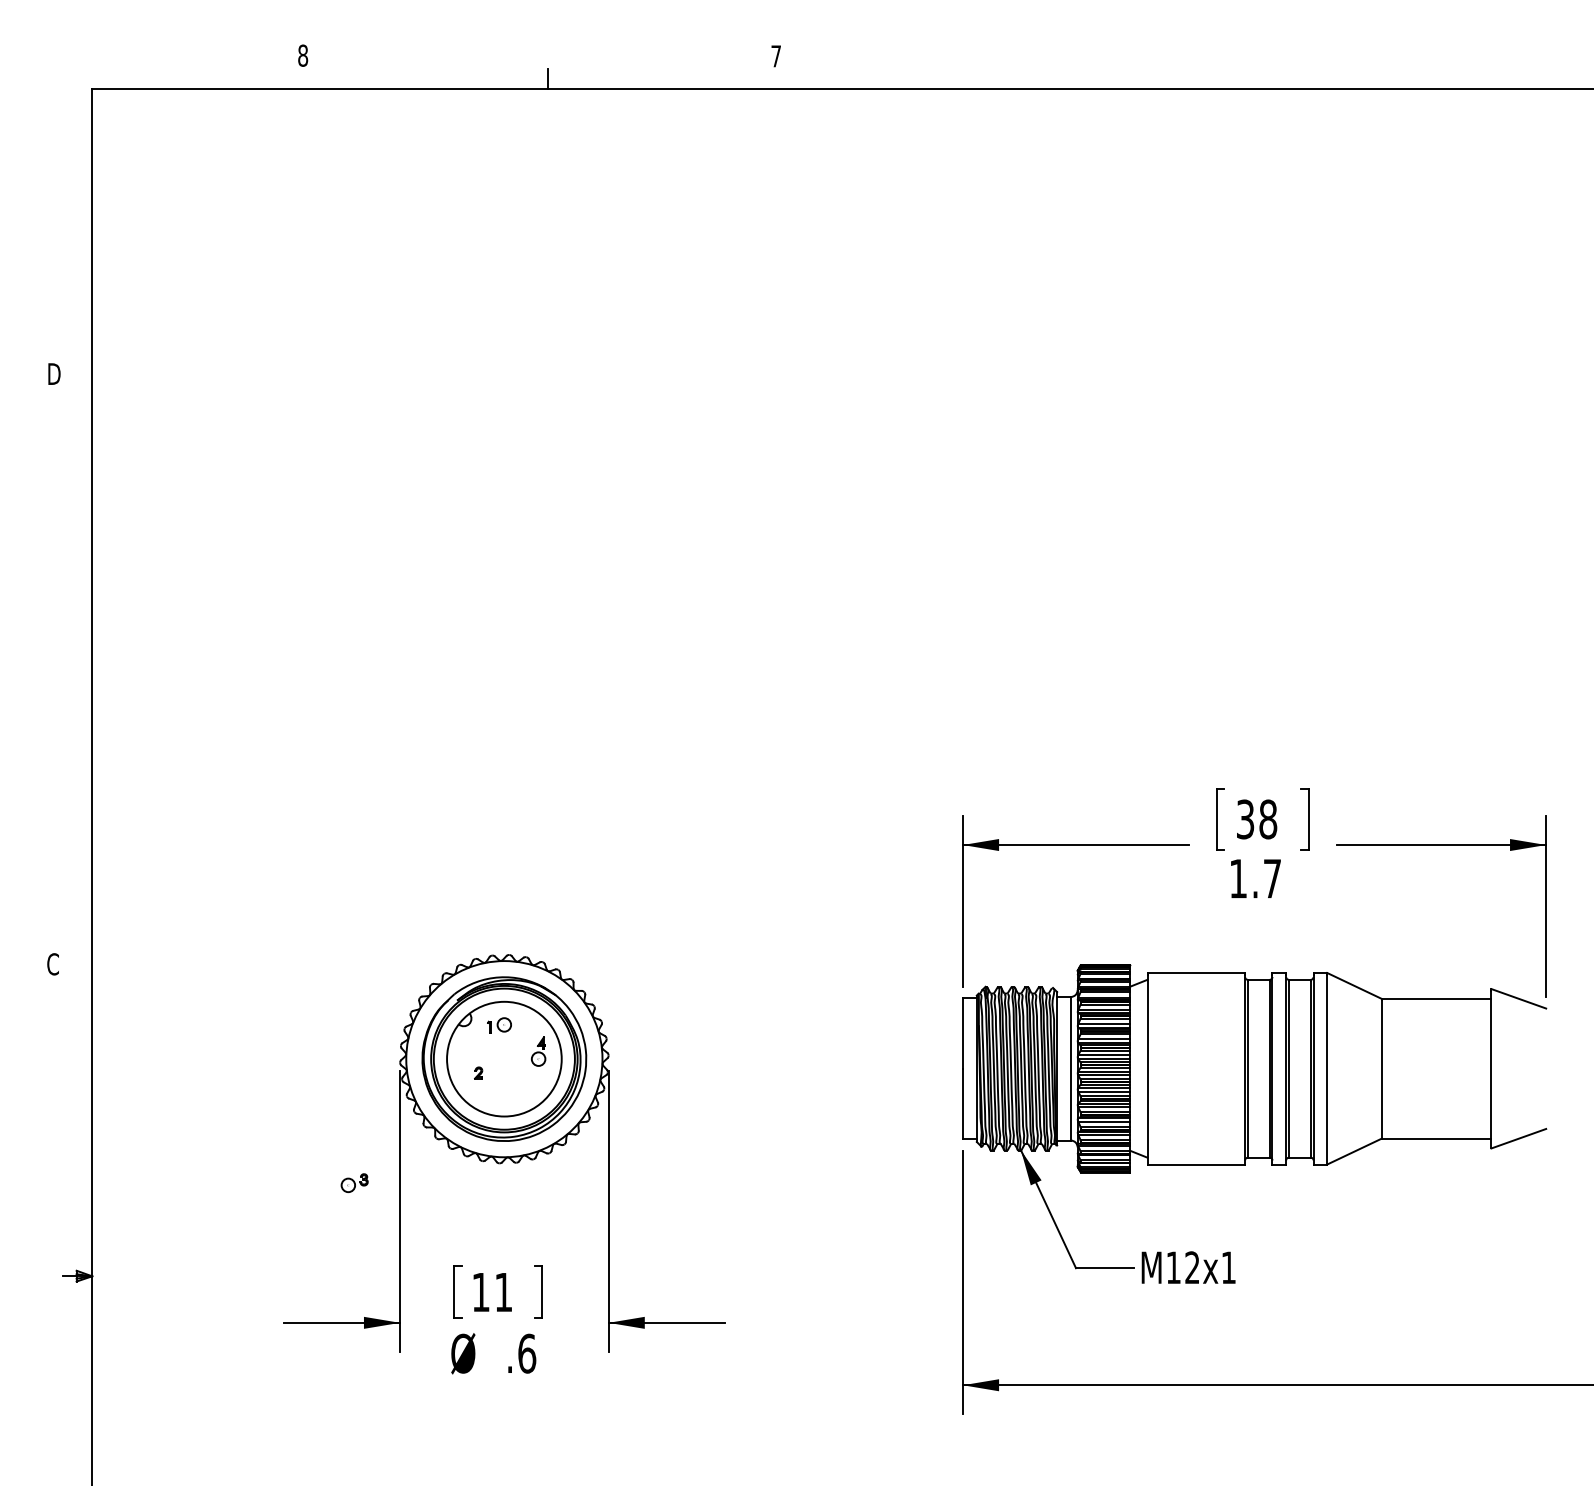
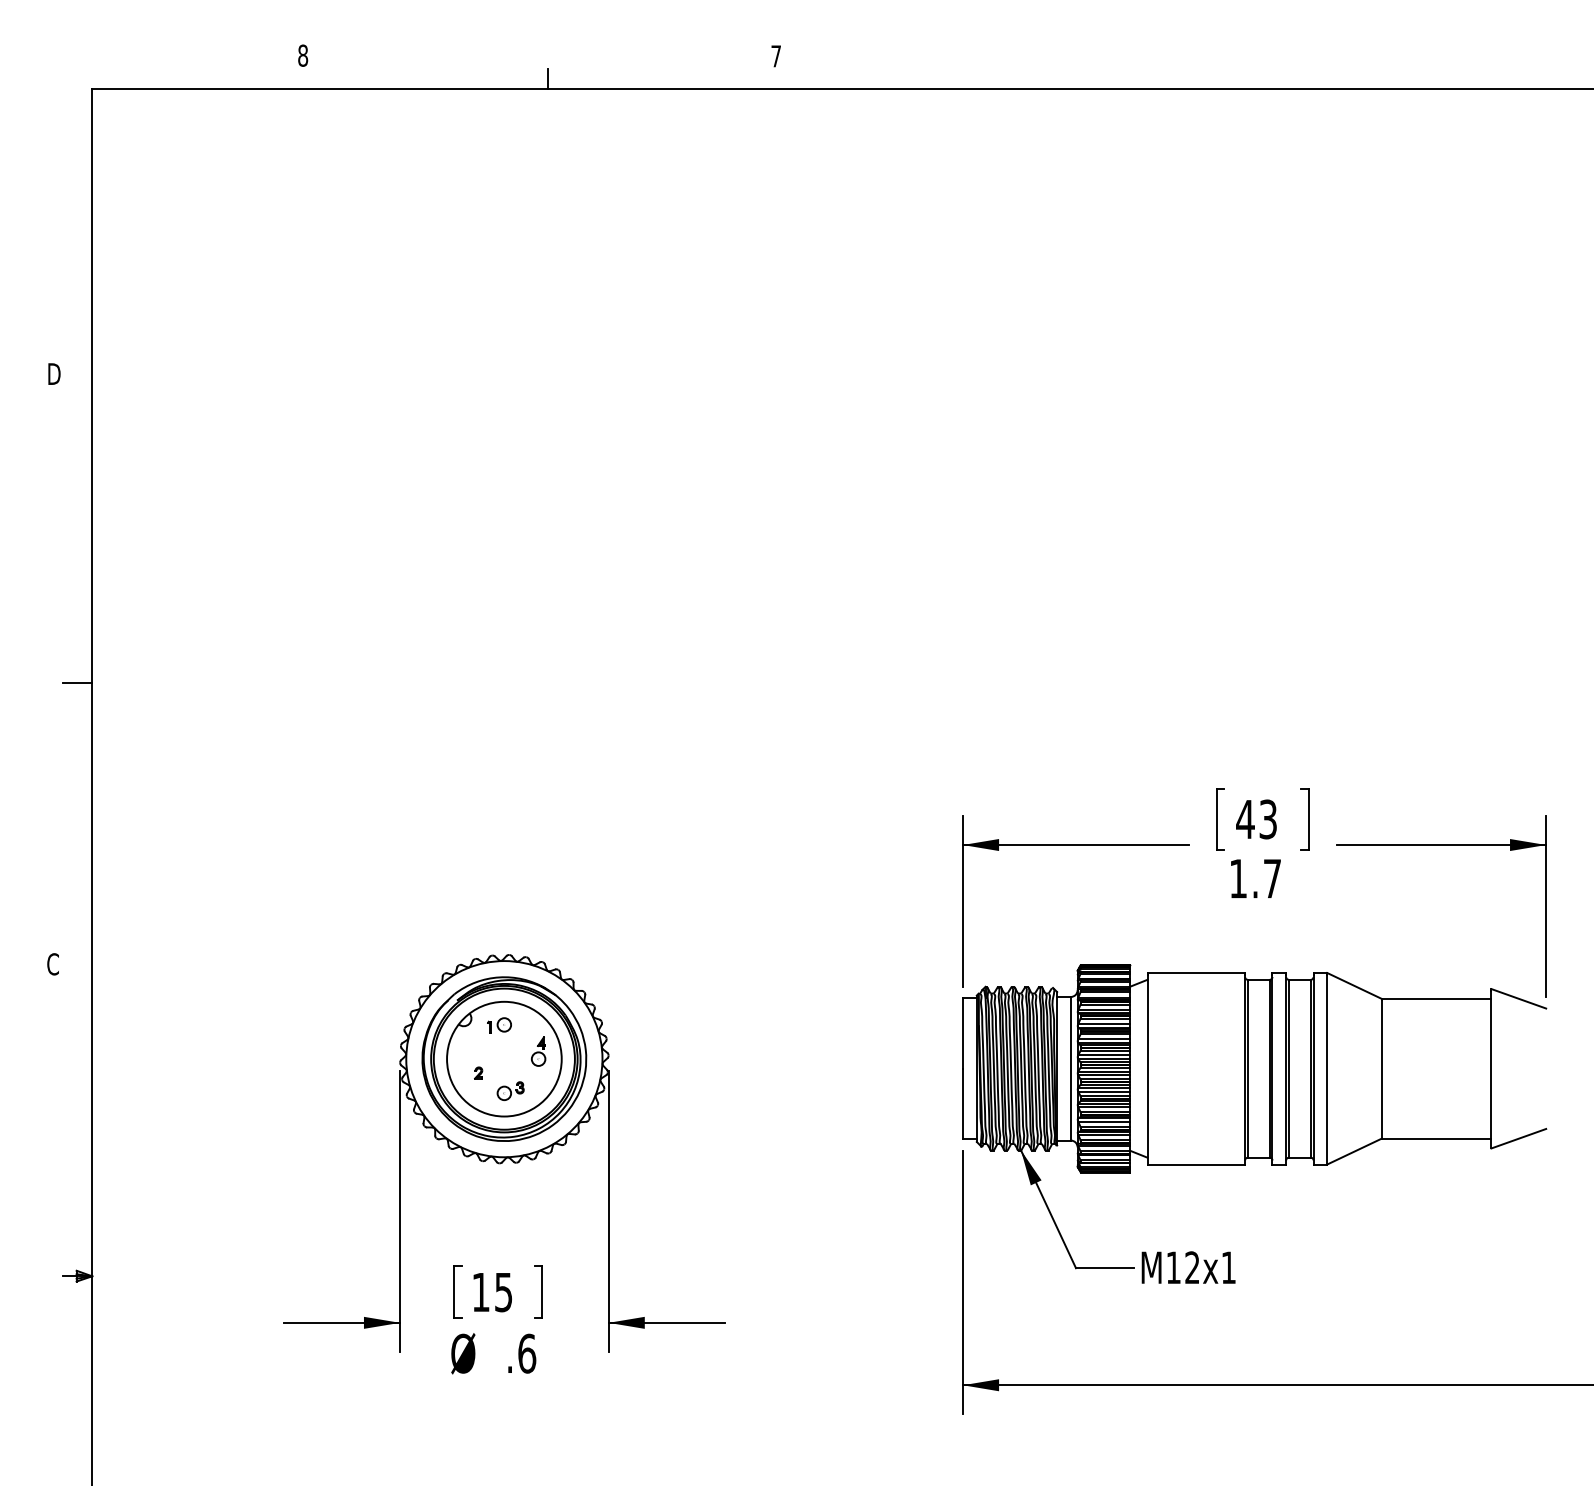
line at (77, 682): none -> present
text at (1256, 819): 38 -> 43
part at (354, 1182) position: (354, 1182) -> (510, 1090)
text at (503, 1292): 11 -> 15
